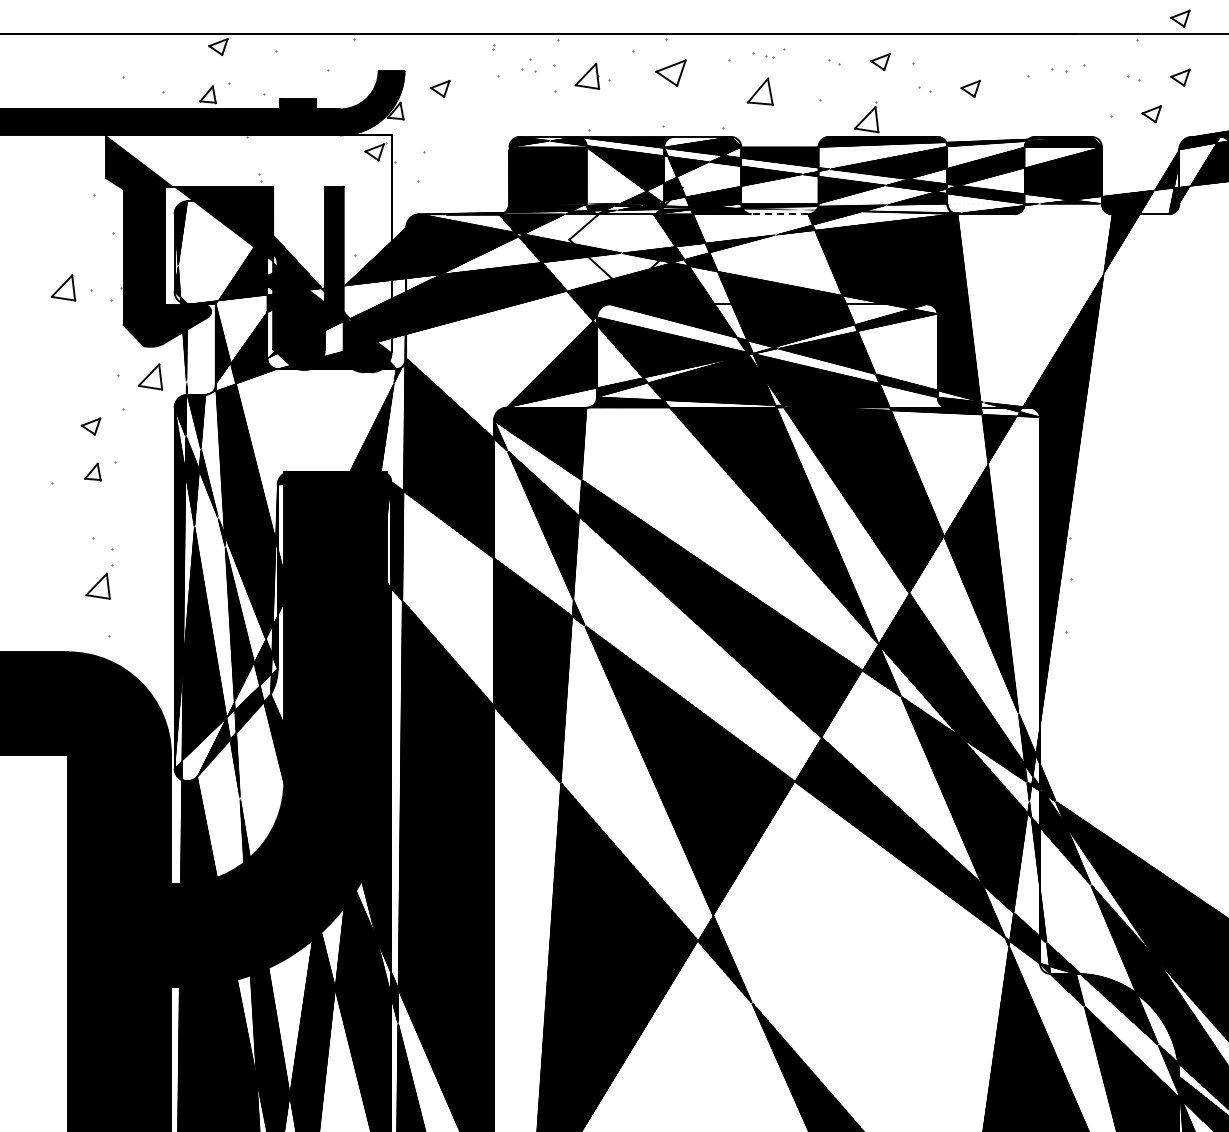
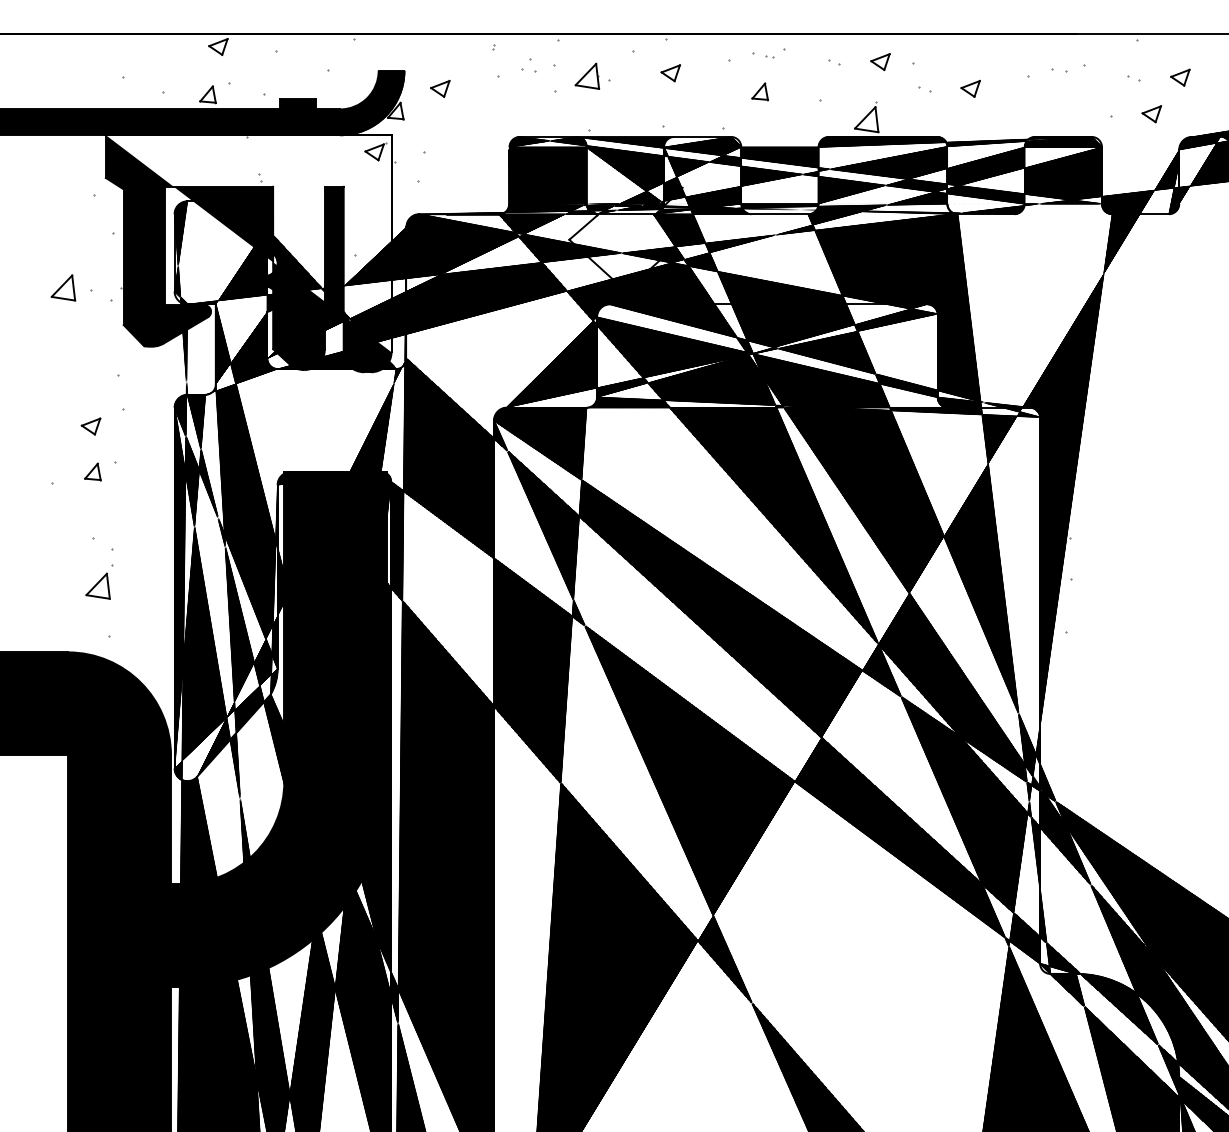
part at (1180, 18): present -> none
part at (670, 72) size: 32x28 px -> 21x19 px
part at (759, 91) size: 28x30 px -> 18x20 px
line at (779, 214): dashed -> solid
part at (150, 376): present -> none
